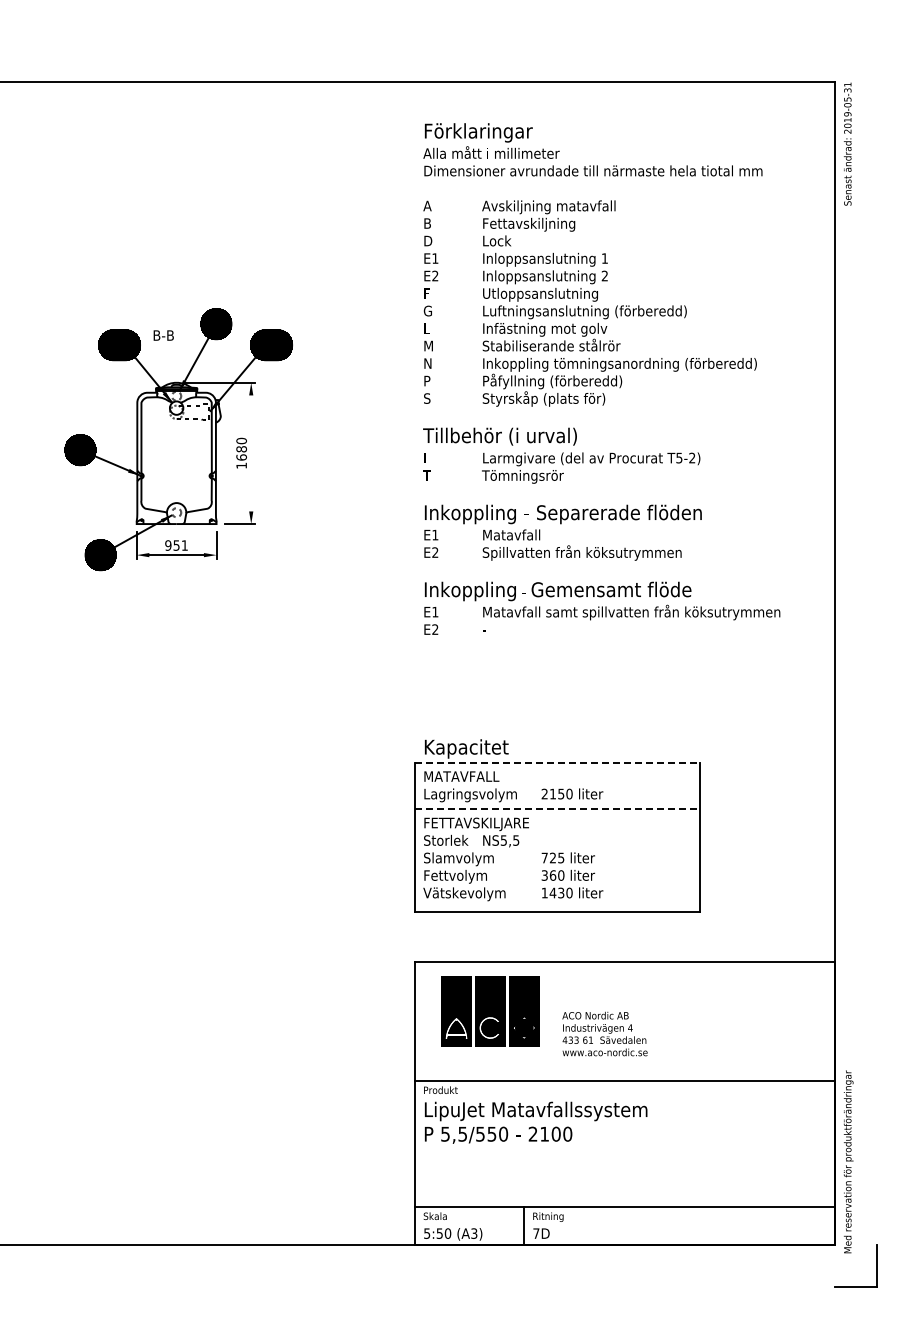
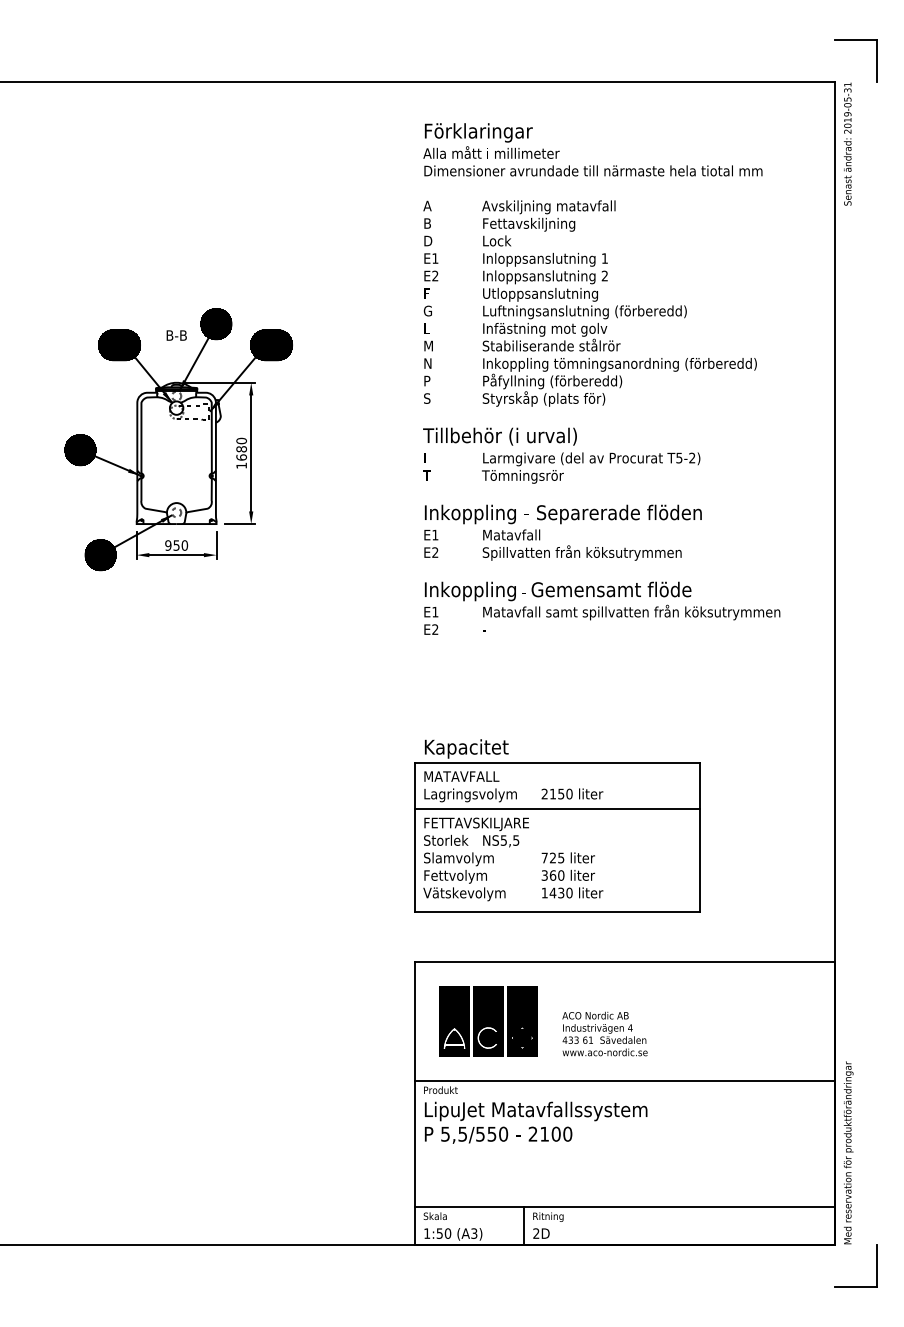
part at (855, 40): none -> present
text at (163, 335) position: (163, 335) -> (176, 335)
line at (251, 453): none -> present
text at (184, 545): 951 -> 950
line at (557, 762): dashed -> solid
line at (557, 809): dashed -> solid
part at (490, 1011) position: (490, 1011) -> (488, 1021)
text at (848, 1161) position: (848, 1161) -> (848, 1152)
text at (427, 1233): 5:50 -> 1:50
text at (536, 1233): 7D -> 2D
